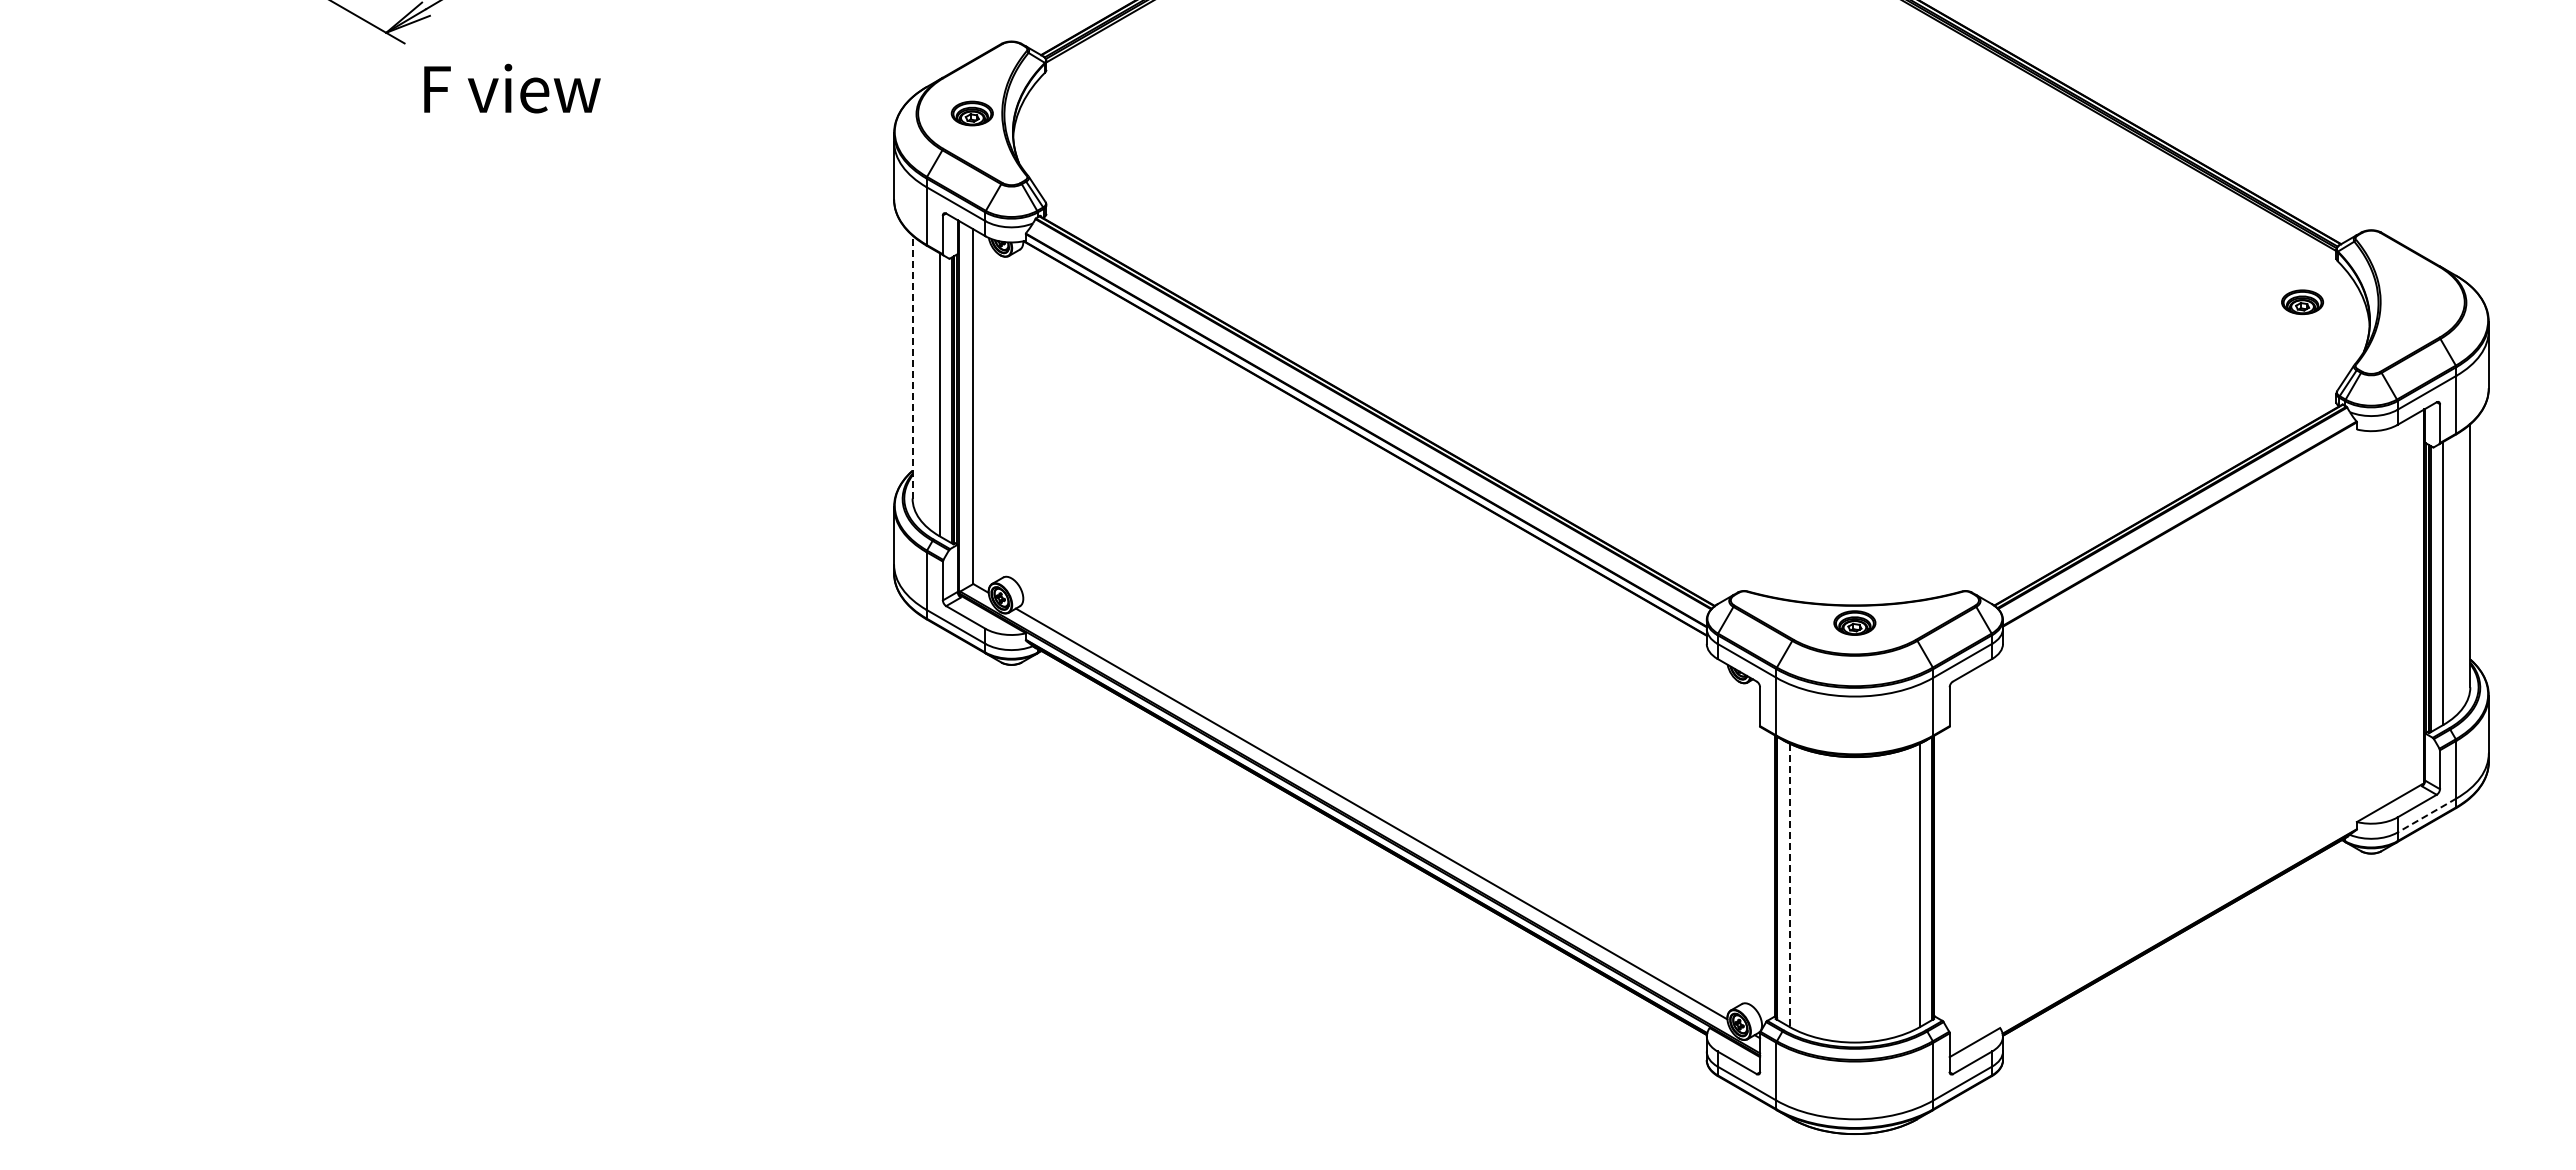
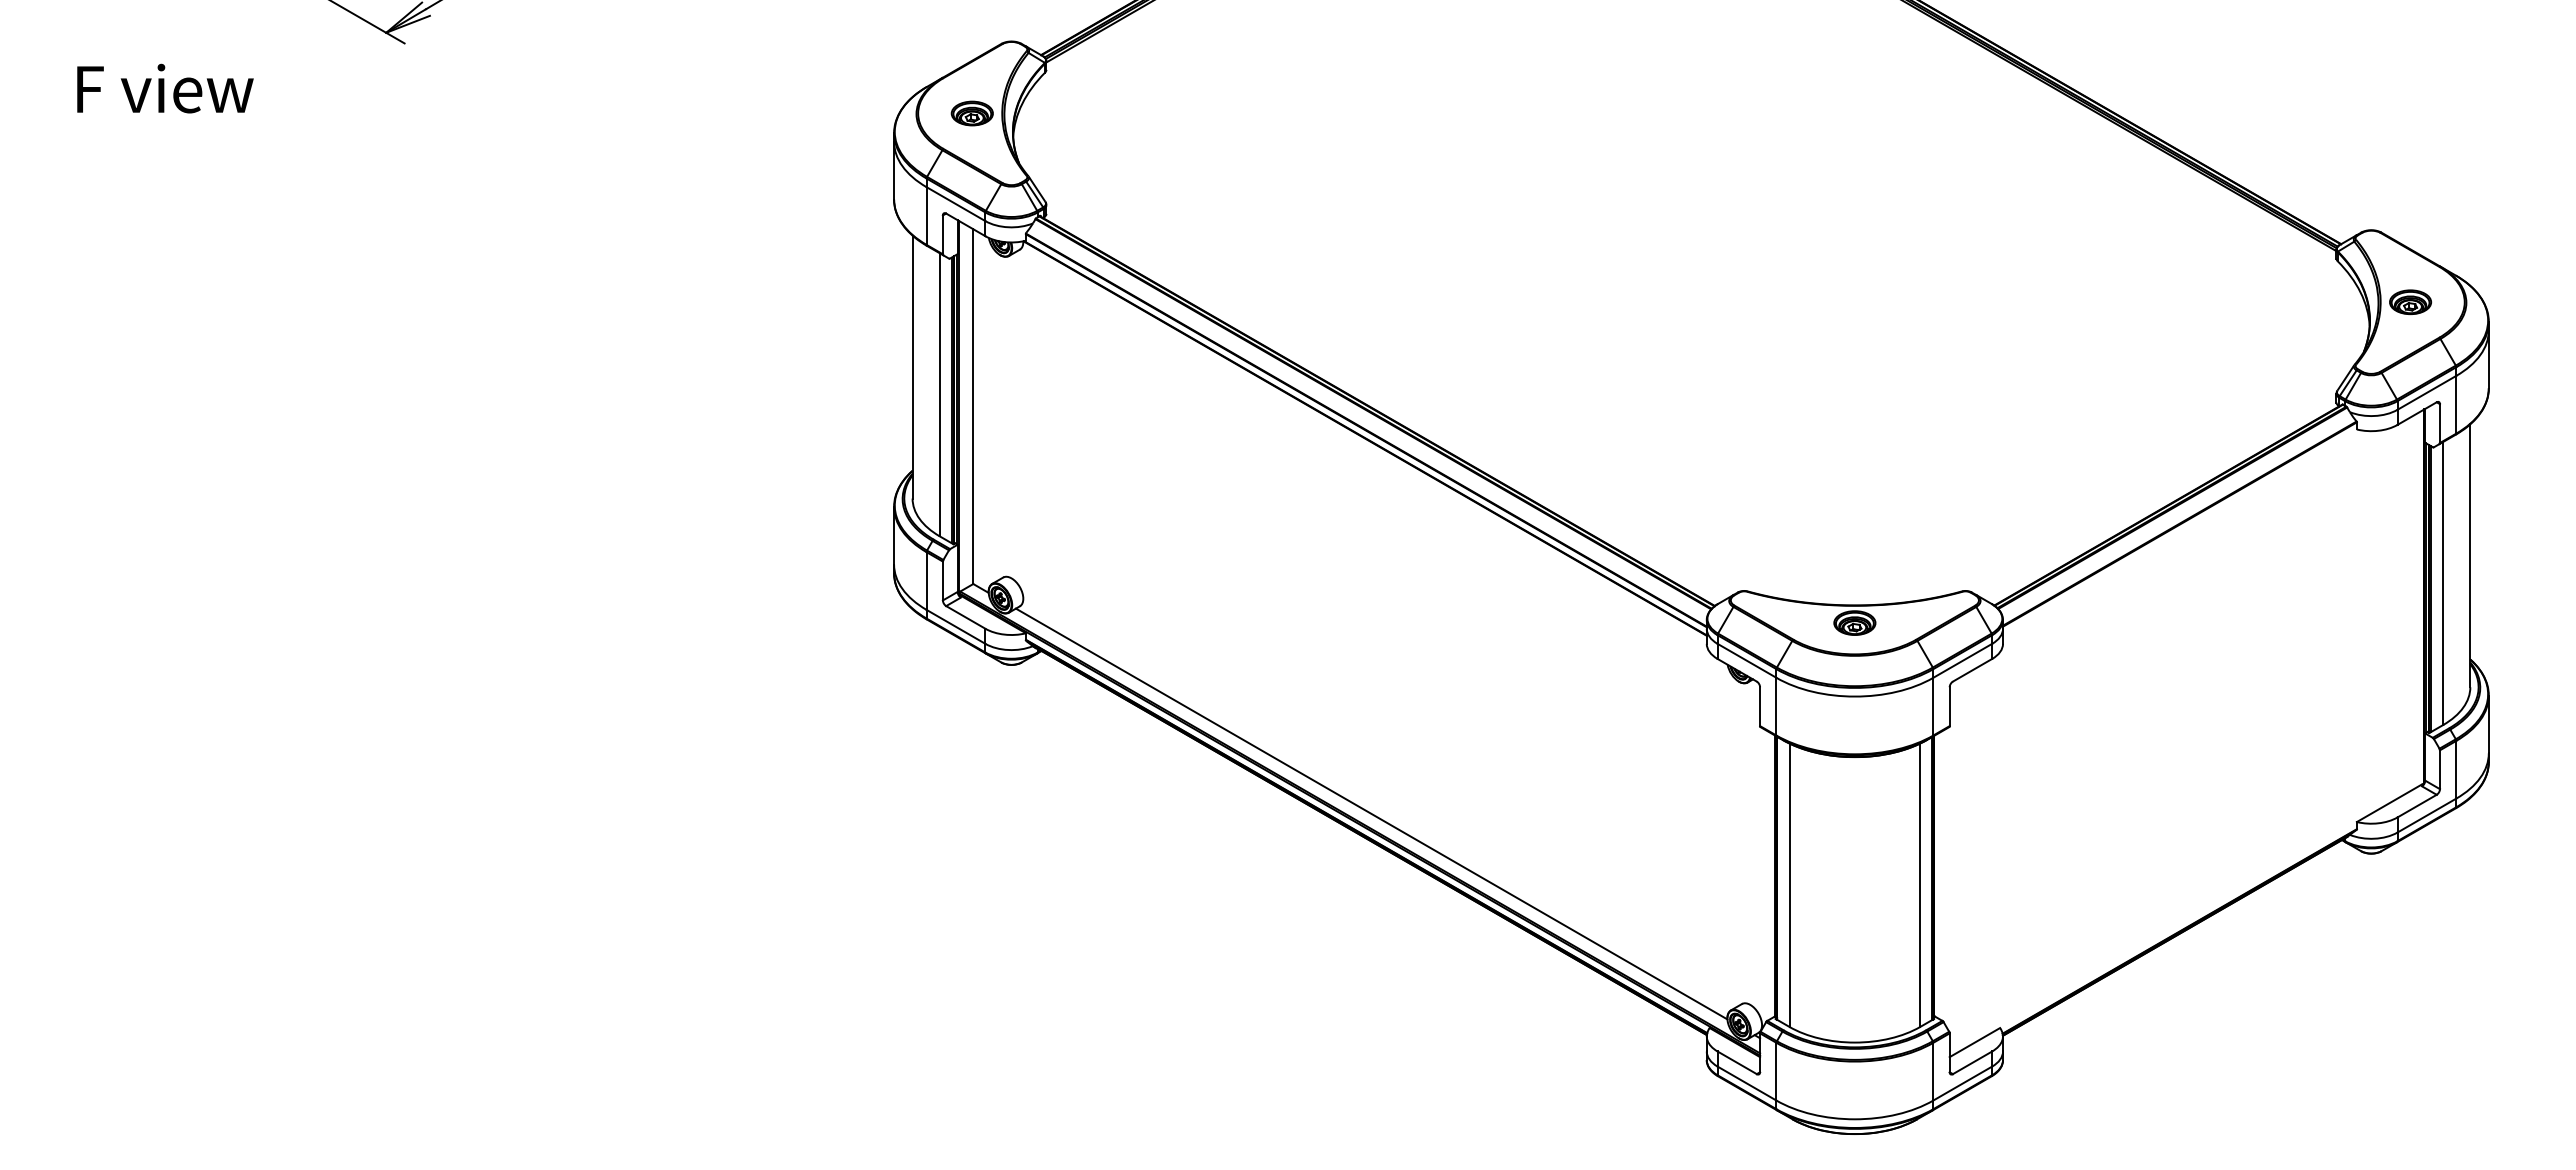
text at (512, 88) position: (512, 88) -> (165, 88)
part at (2302, 302) position: (2302, 302) -> (2410, 302)
line at (912, 366): dashed -> solid
line at (2426, 815): dashed -> solid
line at (1789, 885): dashed -> solid
